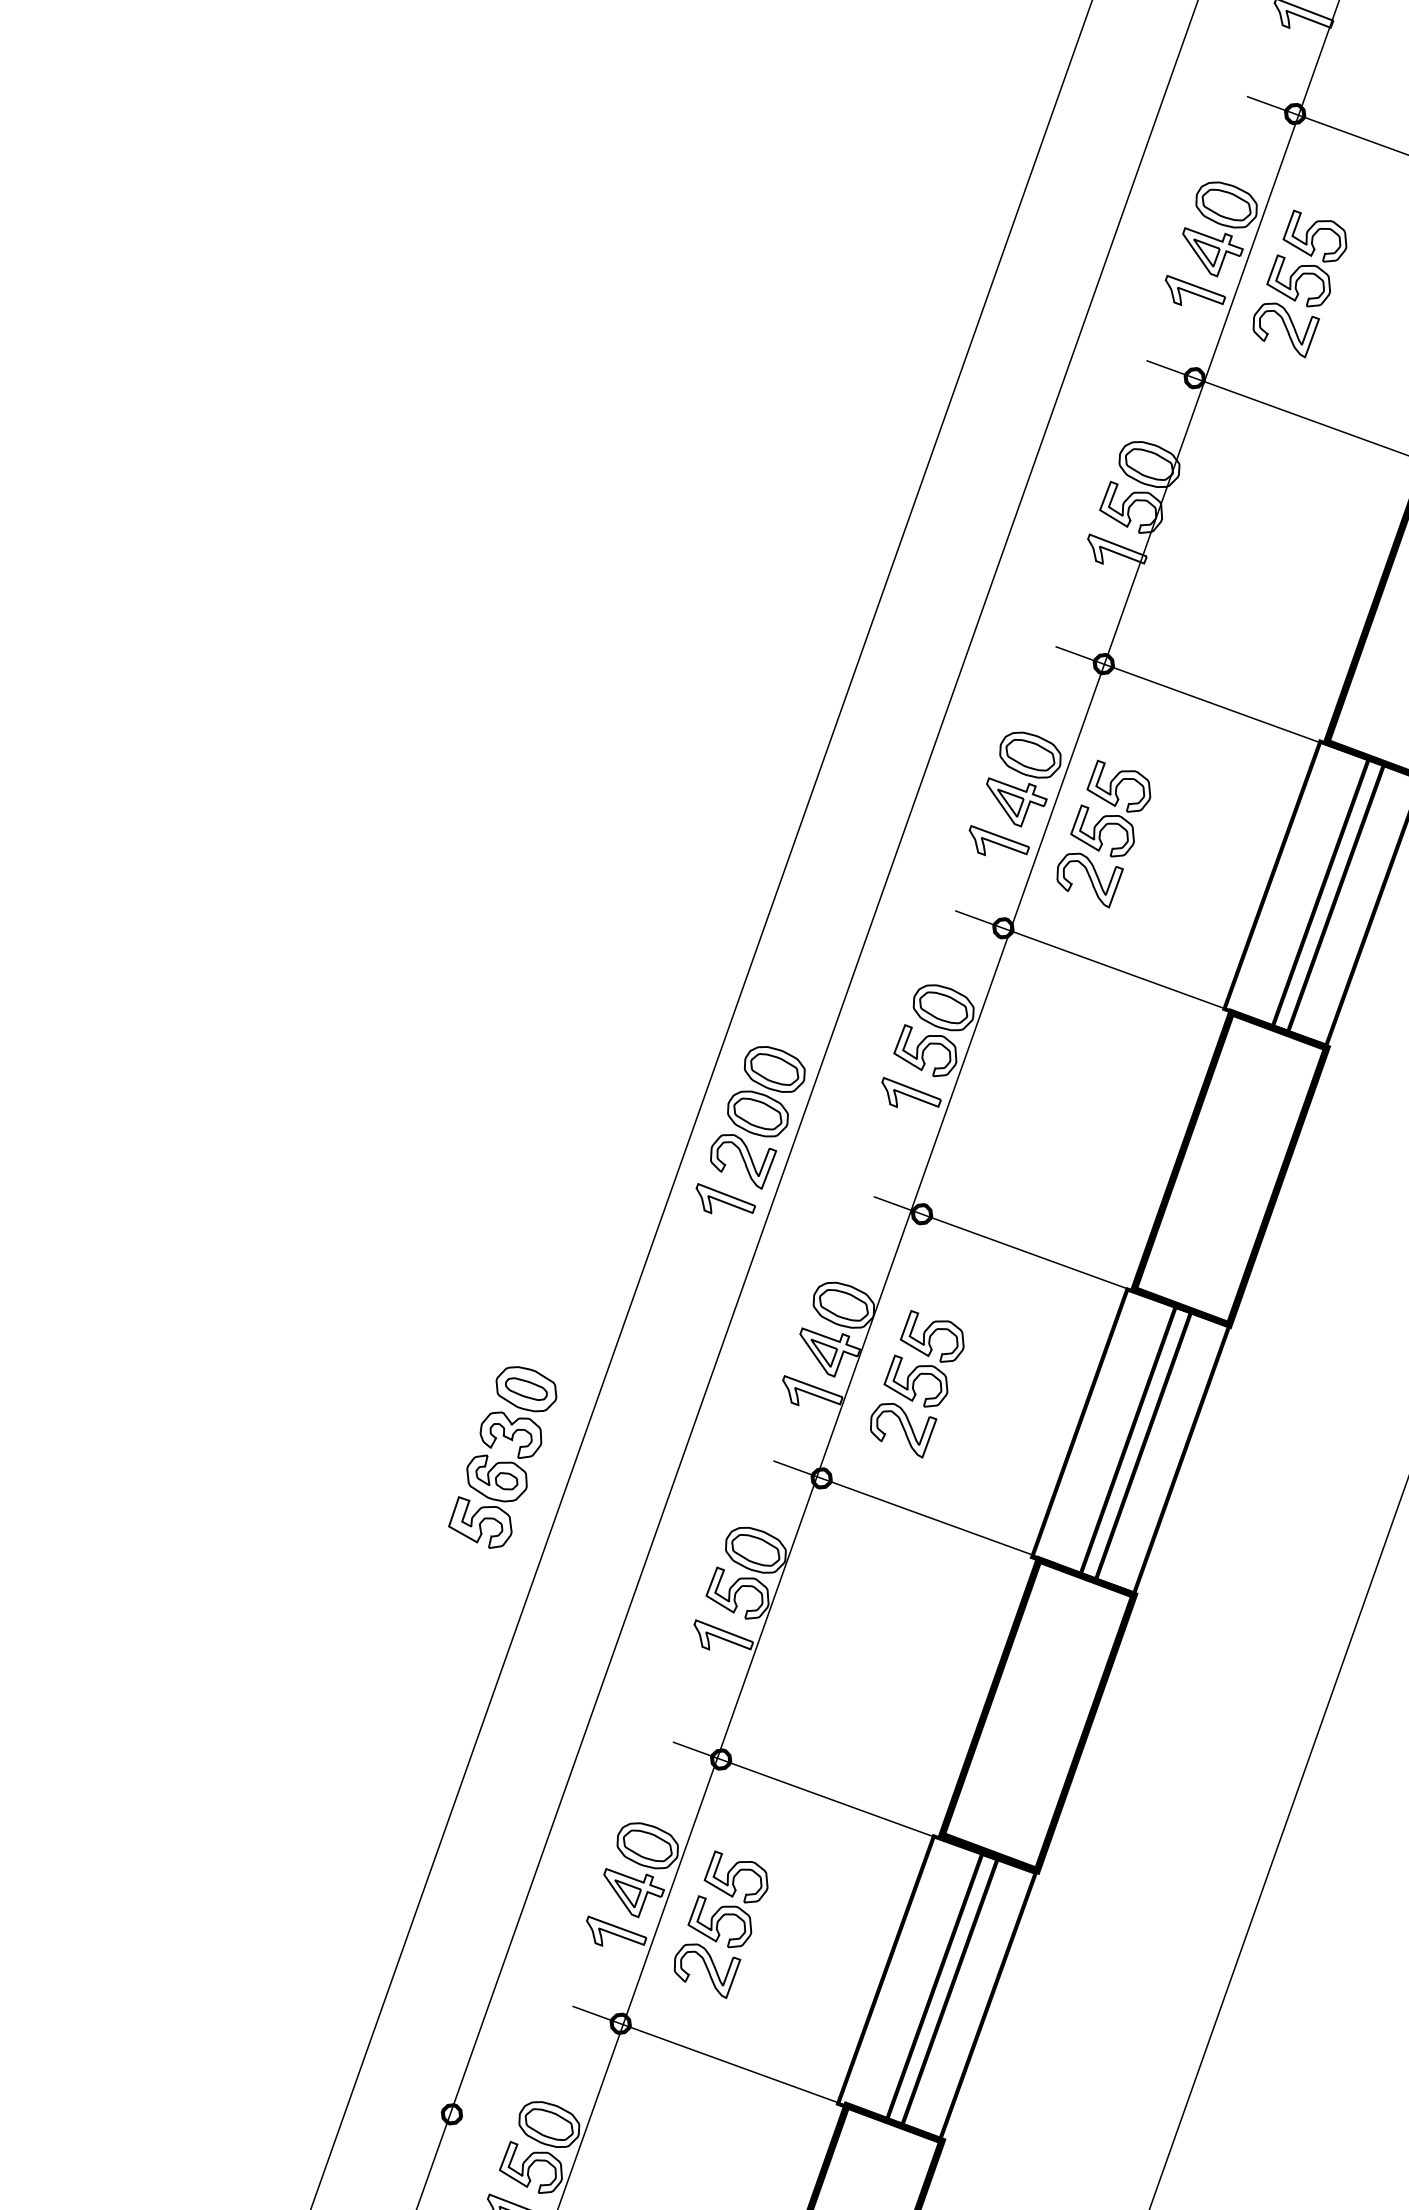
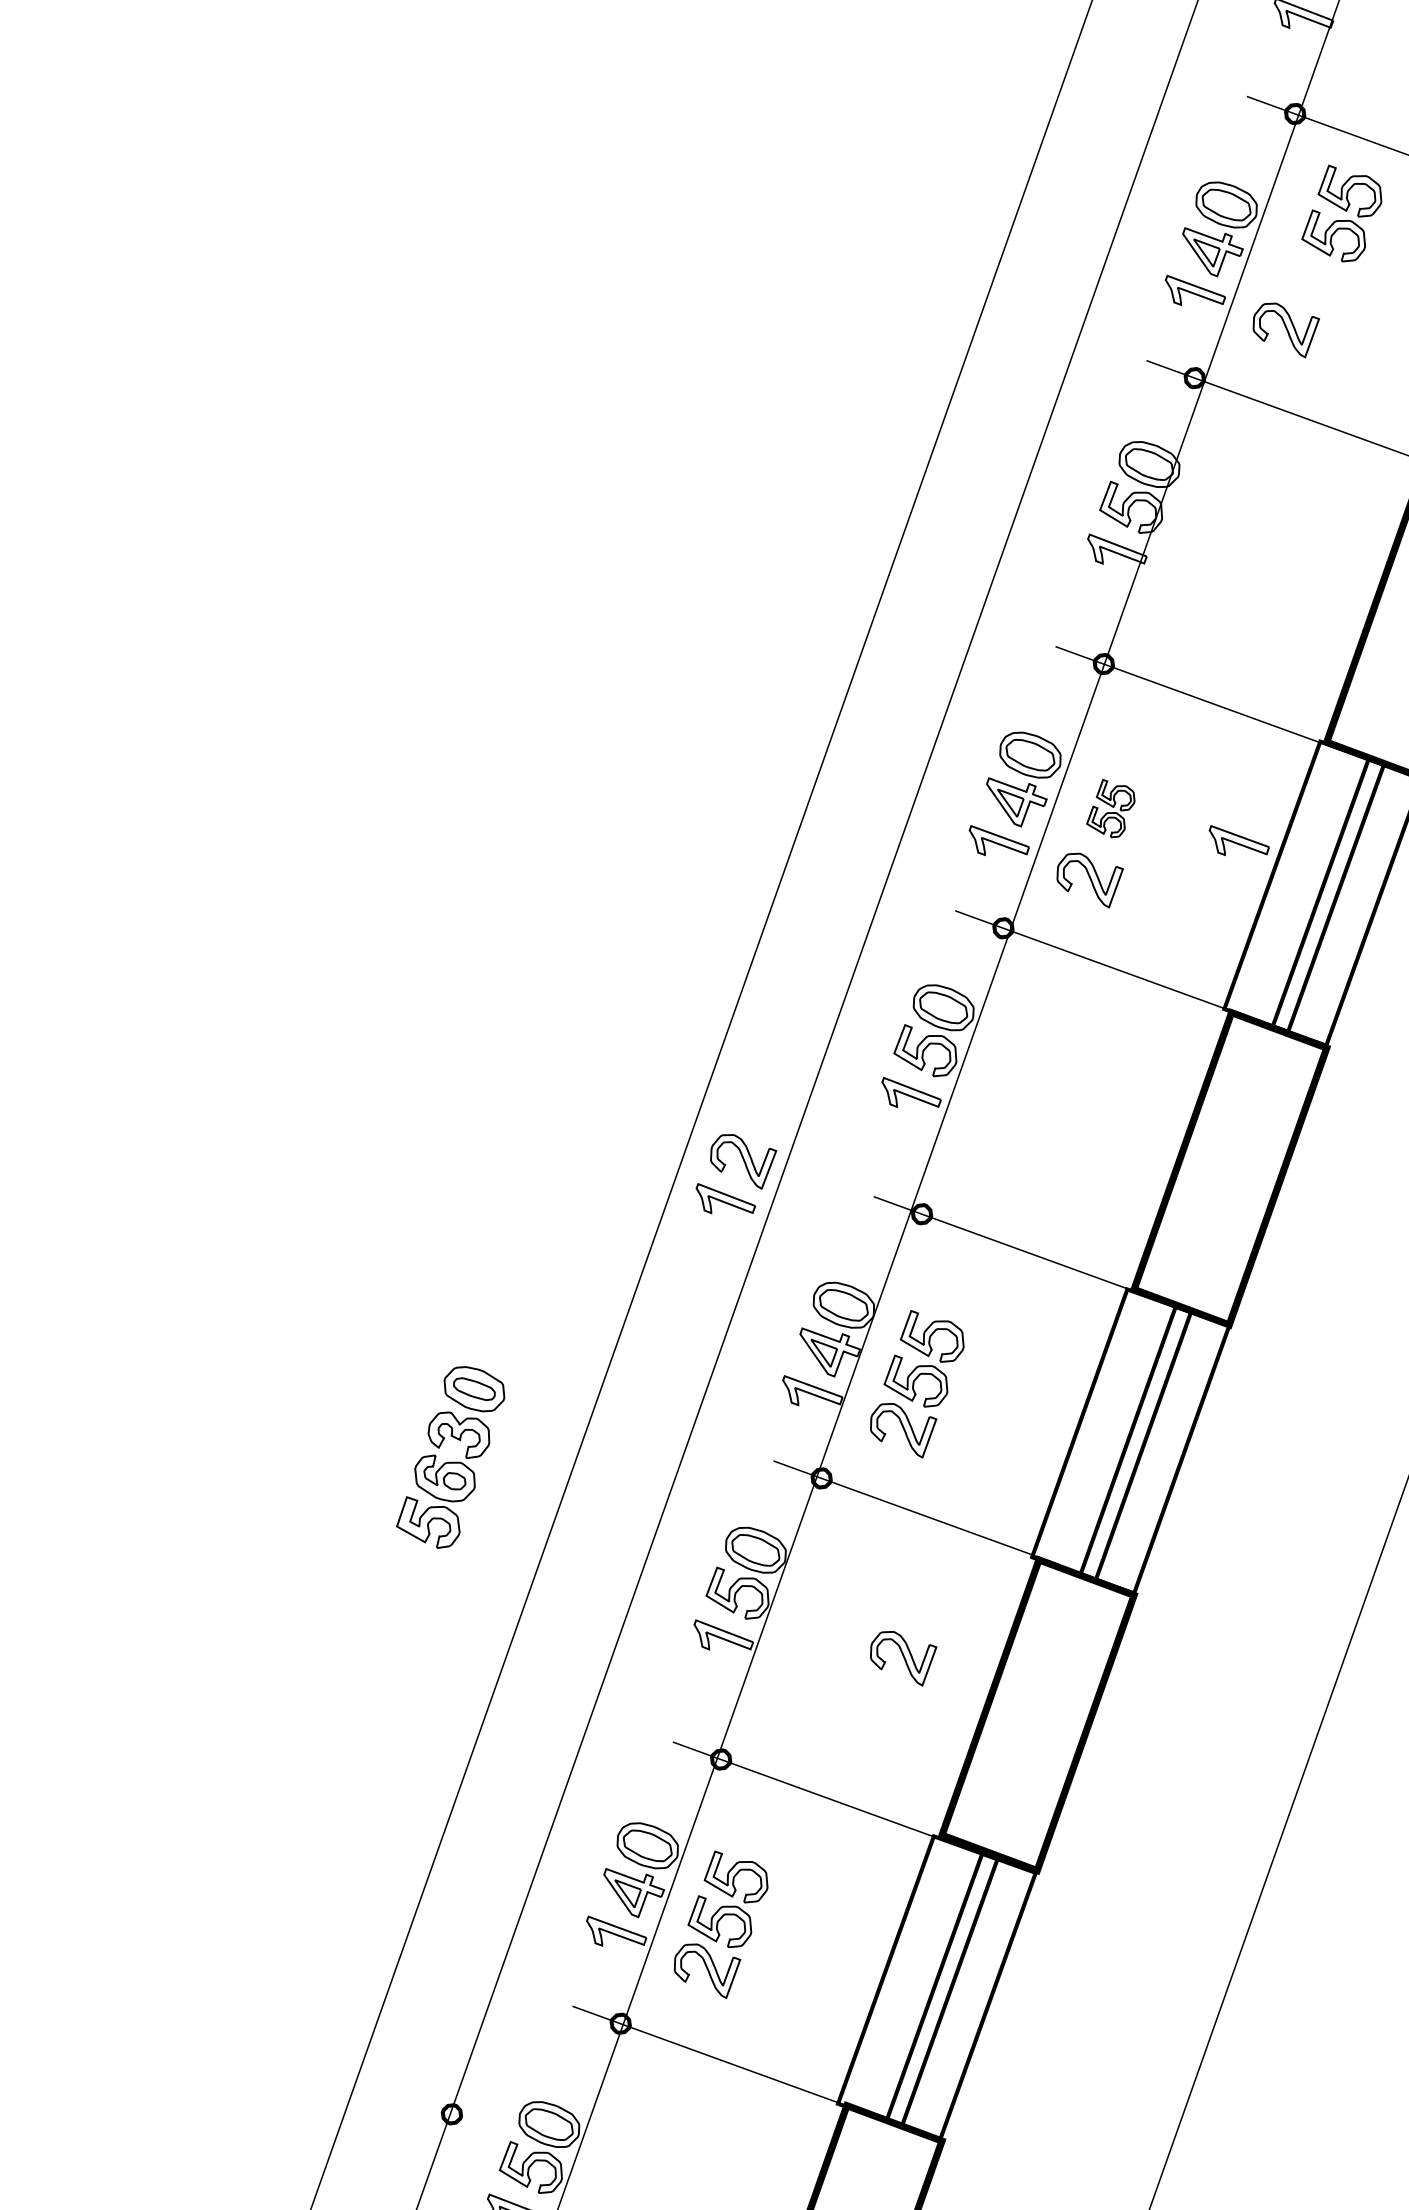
part at (1306, 258) position: (1306, 258) -> (1341, 213)
part at (1110, 808) size: 82x99 px -> 50x61 px
part at (1238, 840): none -> present
part at (766, 1091): present -> none
part at (502, 1457) position: (502, 1457) -> (450, 1457)
part at (903, 1658): none -> present
